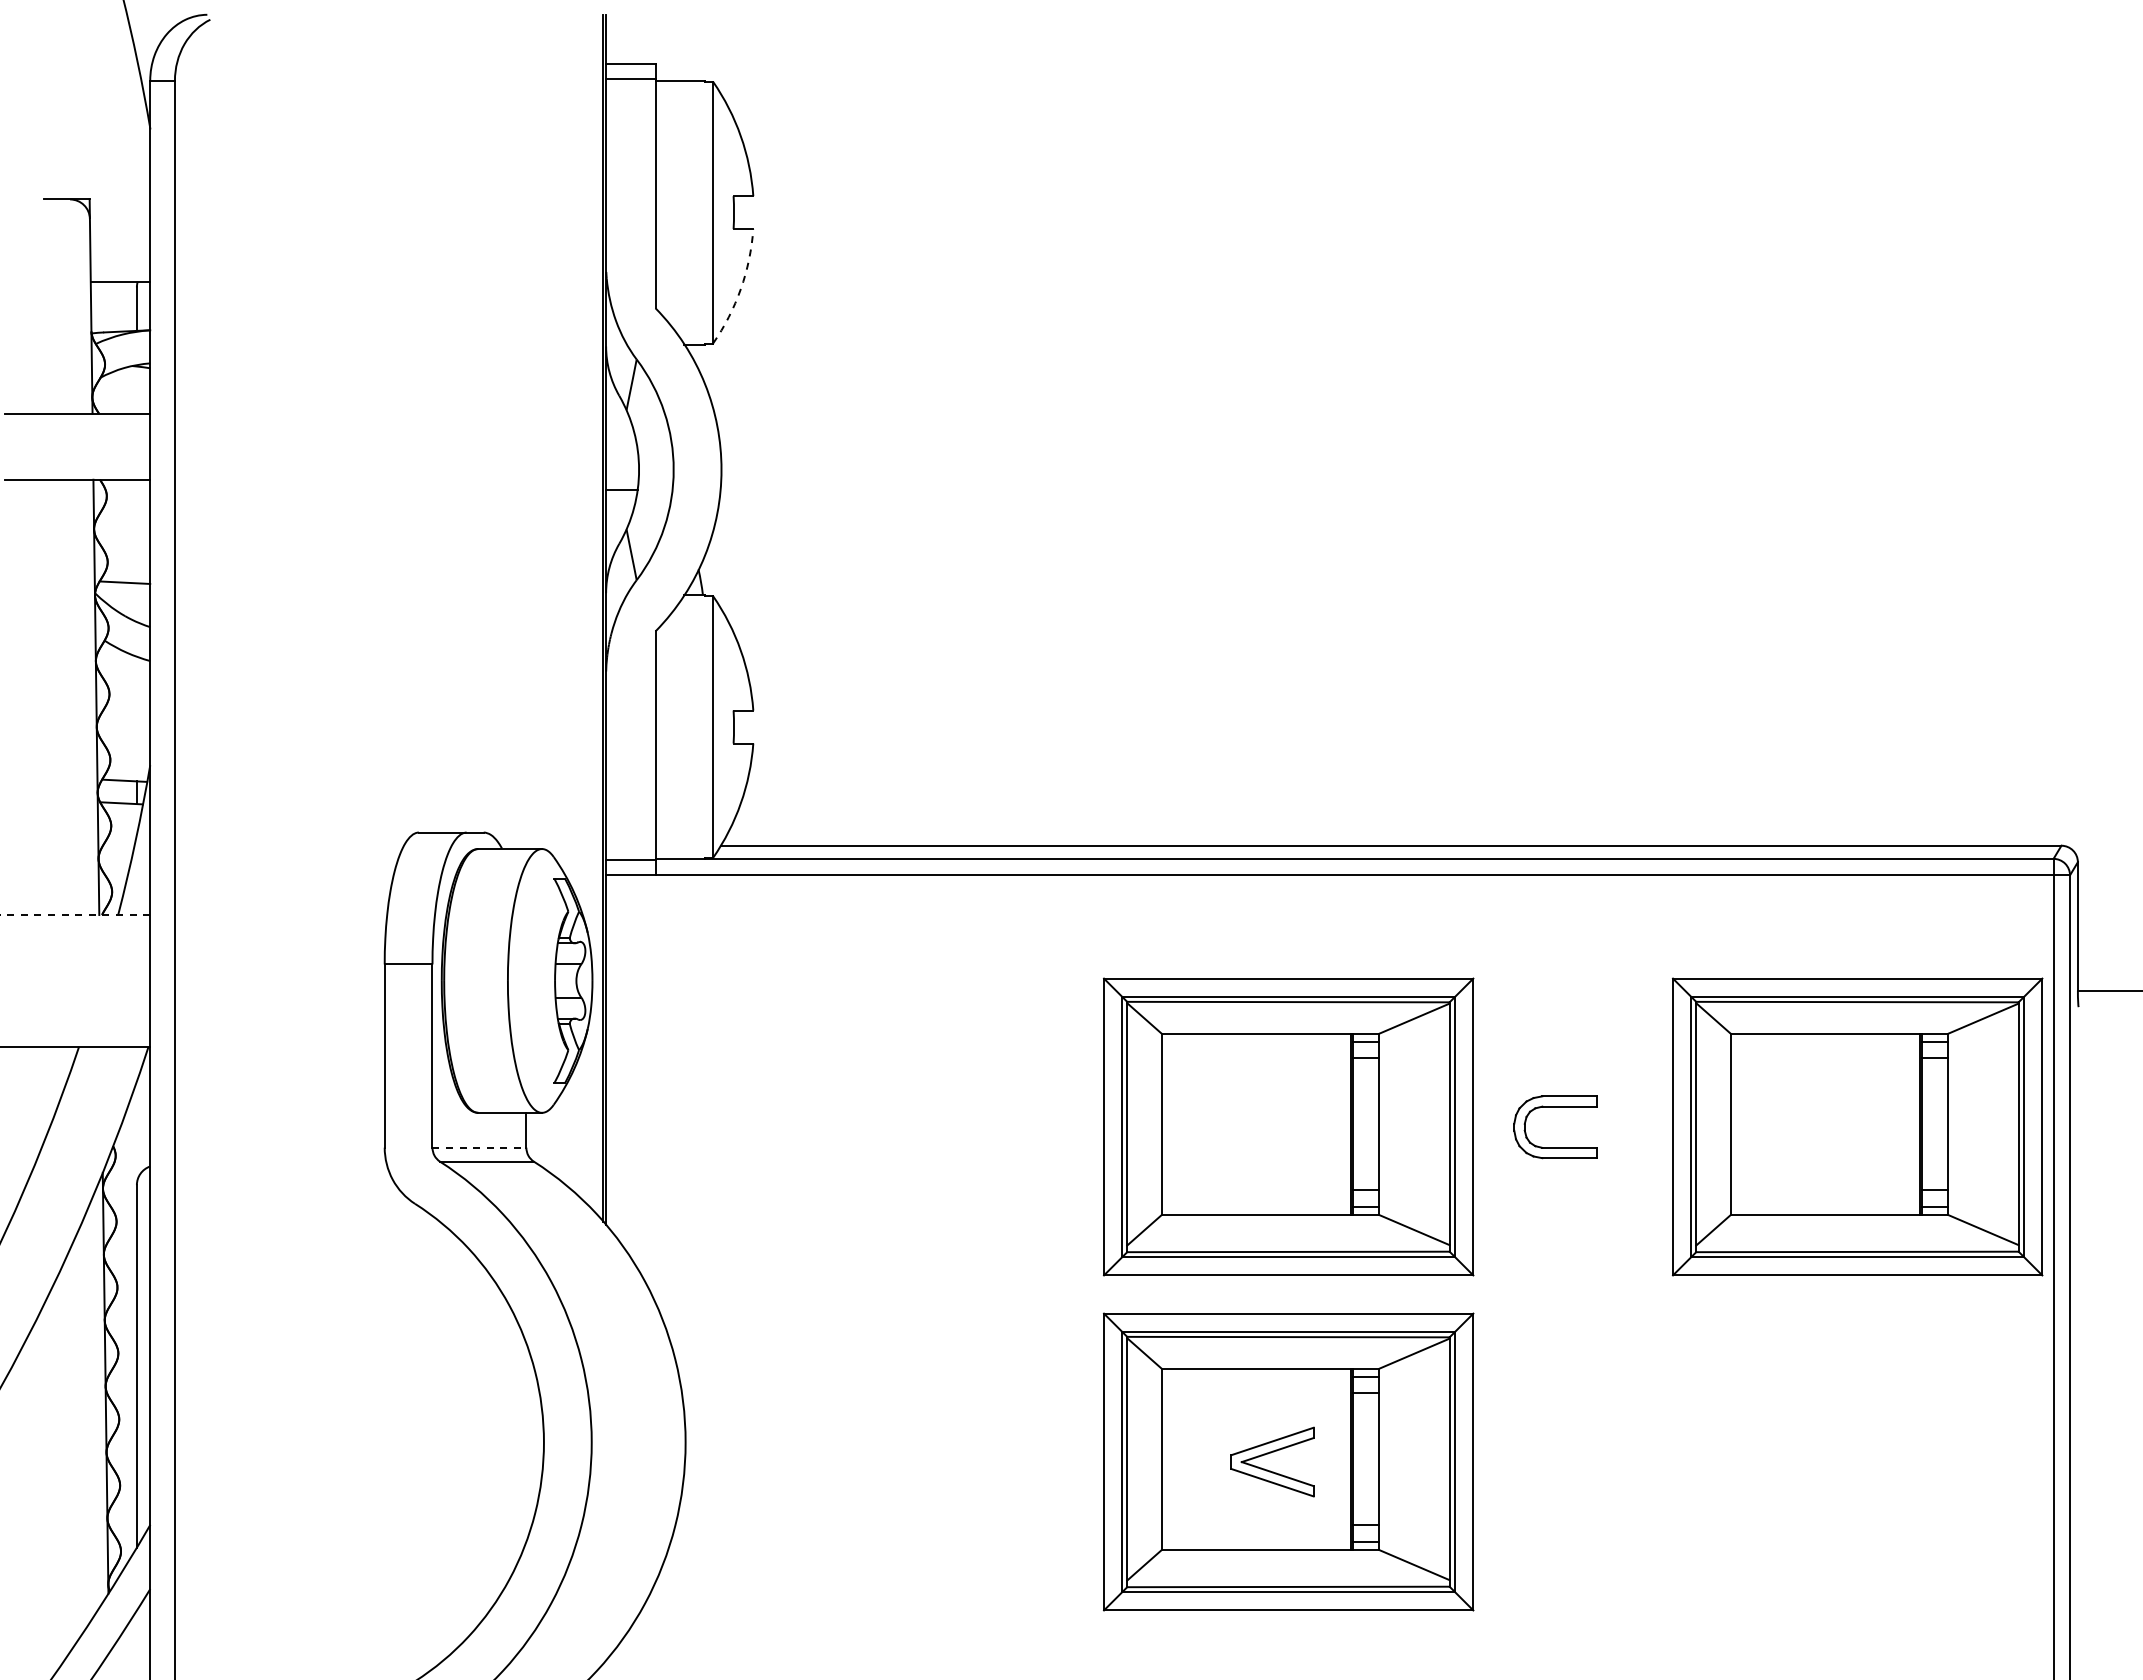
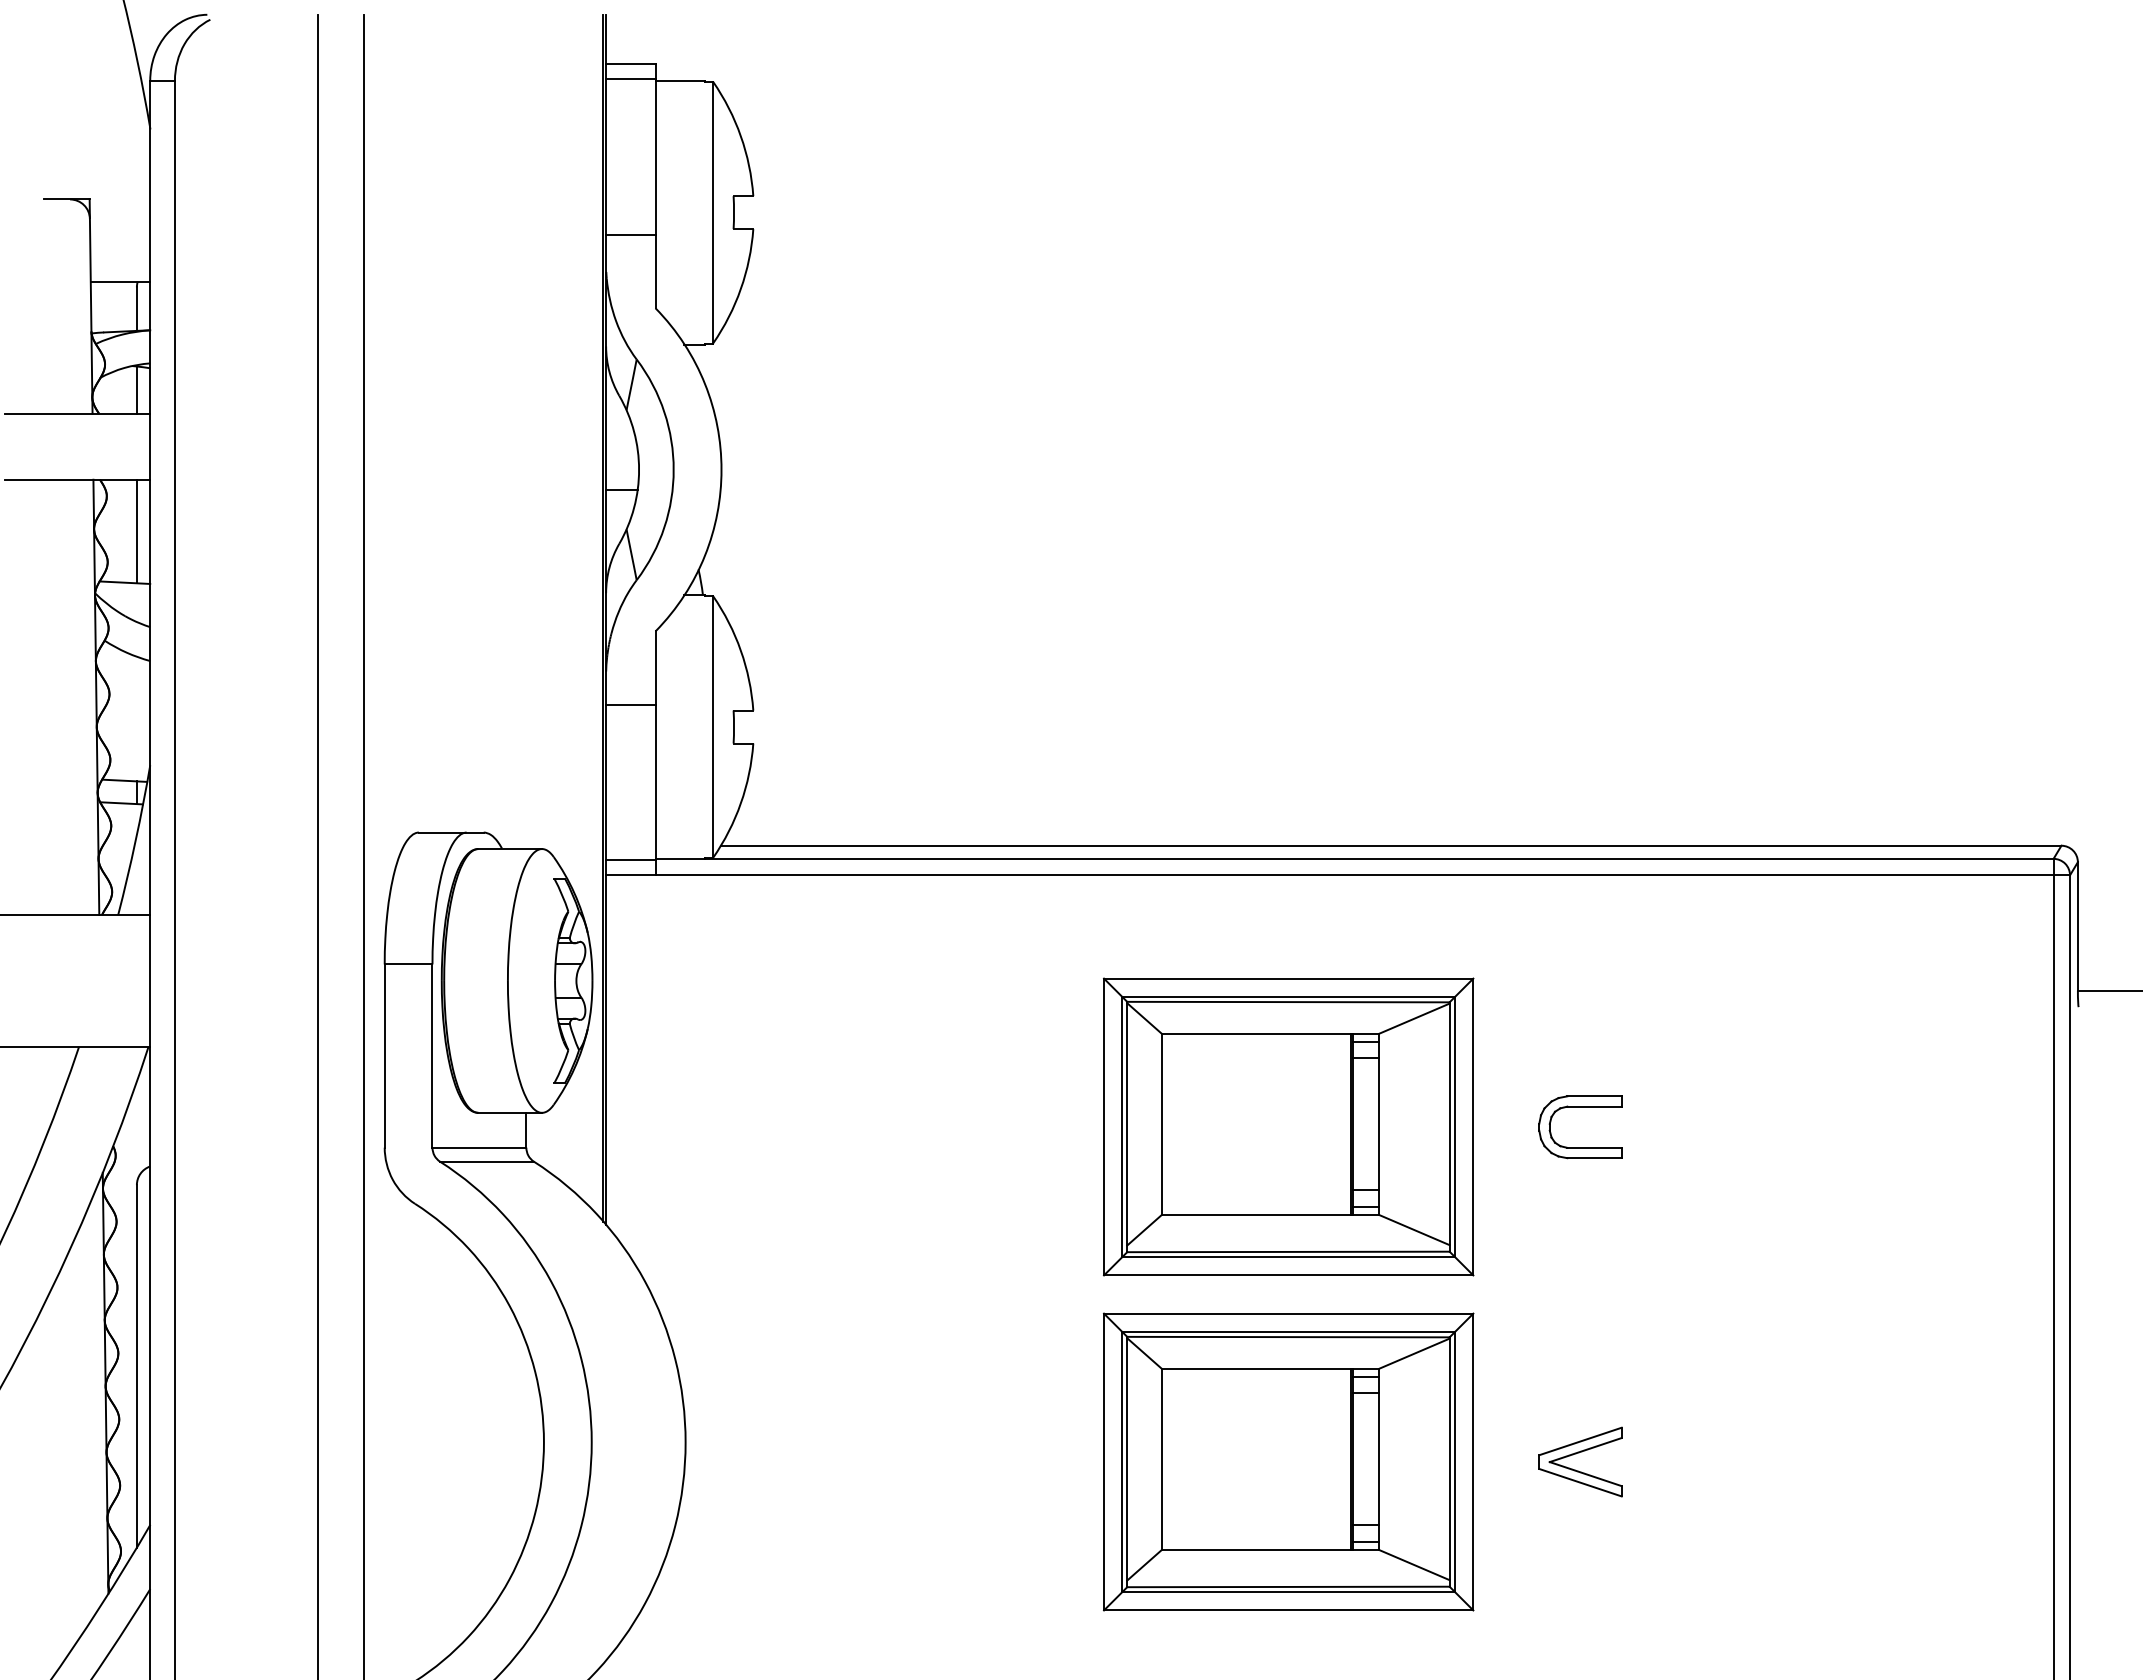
line at (630, 234): none -> present
arc at (740, 289): dashed -> solid
line at (136, 389): none -> present
line at (136, 531): none -> present
line at (630, 704): none -> present
line at (317, 845): none -> present
line at (363, 845): none -> present
line at (75, 915): dashed -> solid
part at (1555, 1107) position: (1555, 1107) -> (1580, 1107)
part at (1857, 1126): present -> none
line at (479, 1147): dashed -> solid
part at (1271, 1453) position: (1271, 1453) -> (1579, 1453)
